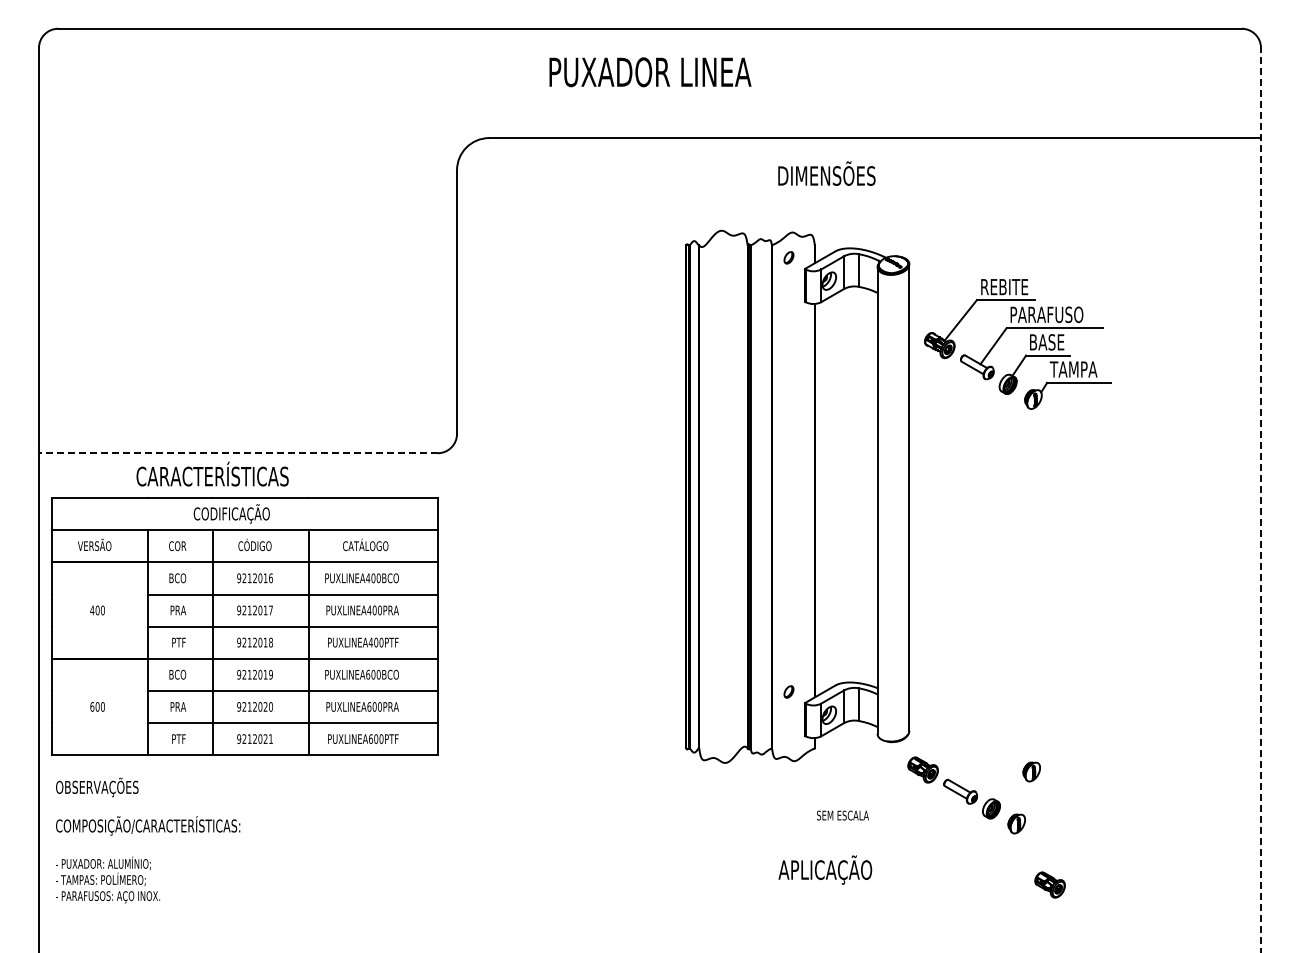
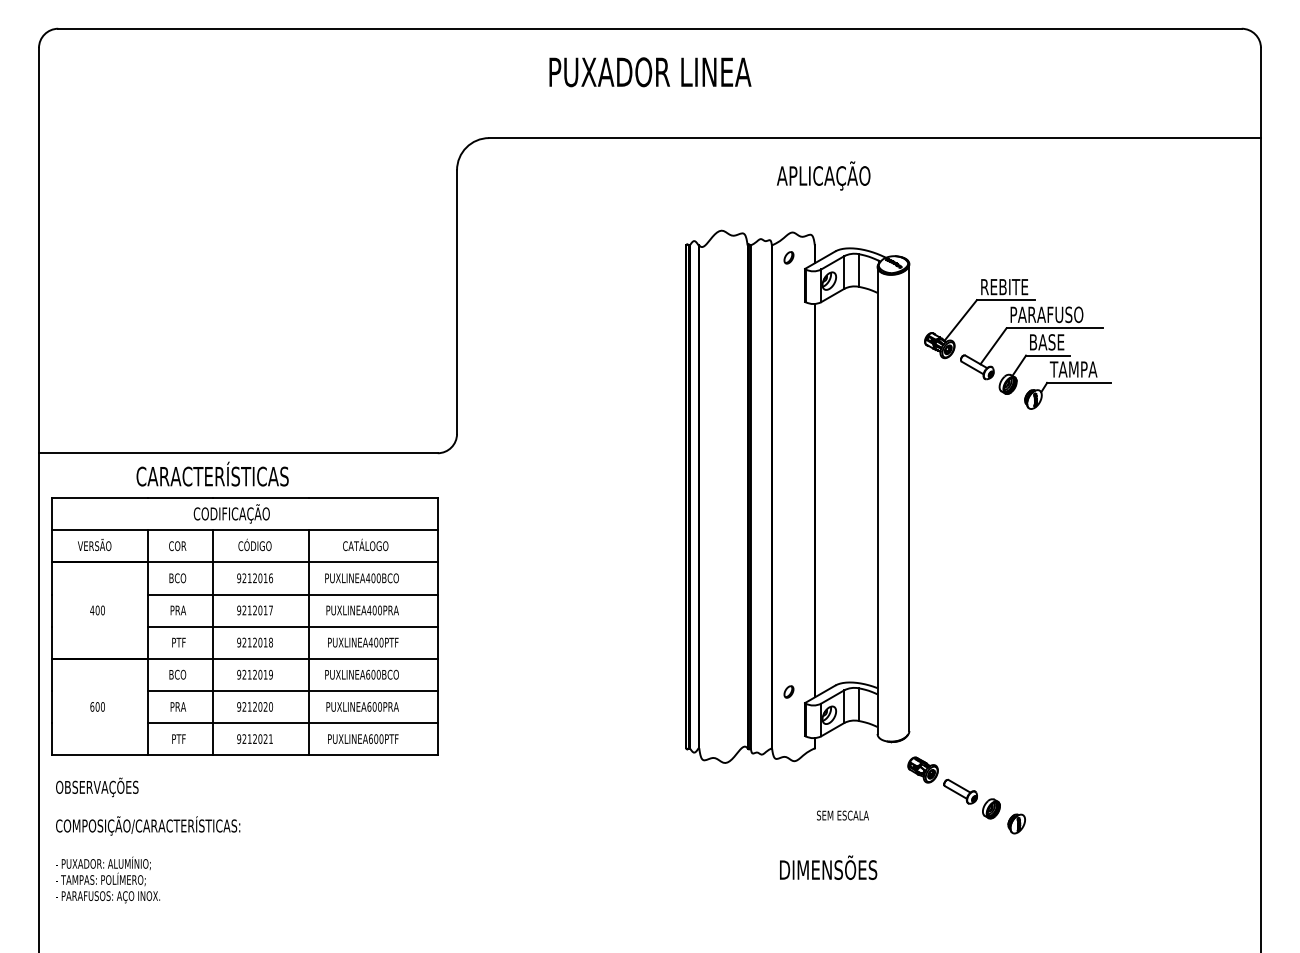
text at (825, 175): DIMENSÕES -> APLICAÇÃO
line at (237, 453): dashed -> solid
line at (1261, 500): dashed -> solid
part at (1031, 771): present -> none
text at (827, 869): APLICAÇÃO -> DIMENSÕES
part at (1049, 884): present -> none
